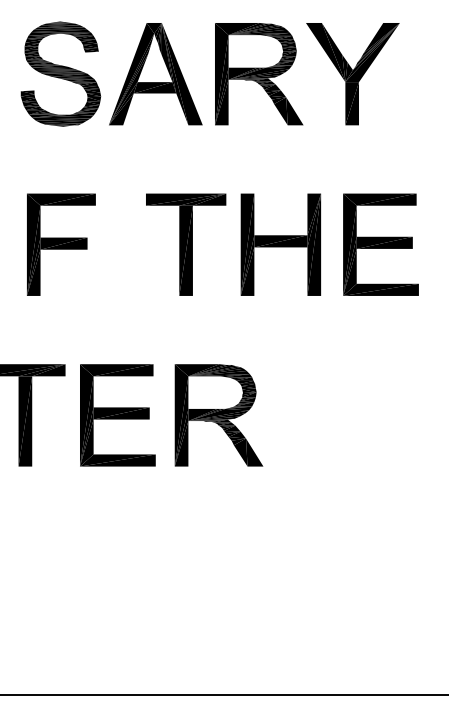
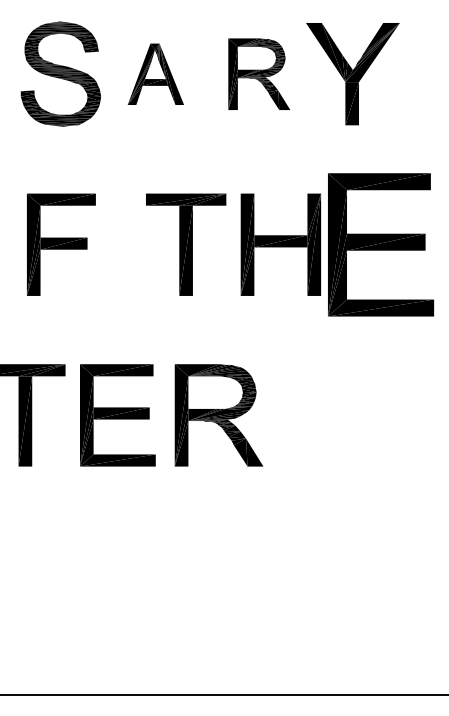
part at (155, 74) size: 94x103 px -> 57x62 px
part at (259, 74) size: 89x103 px -> 62x72 px
part at (380, 244) size: 76x103 px -> 106x144 px
